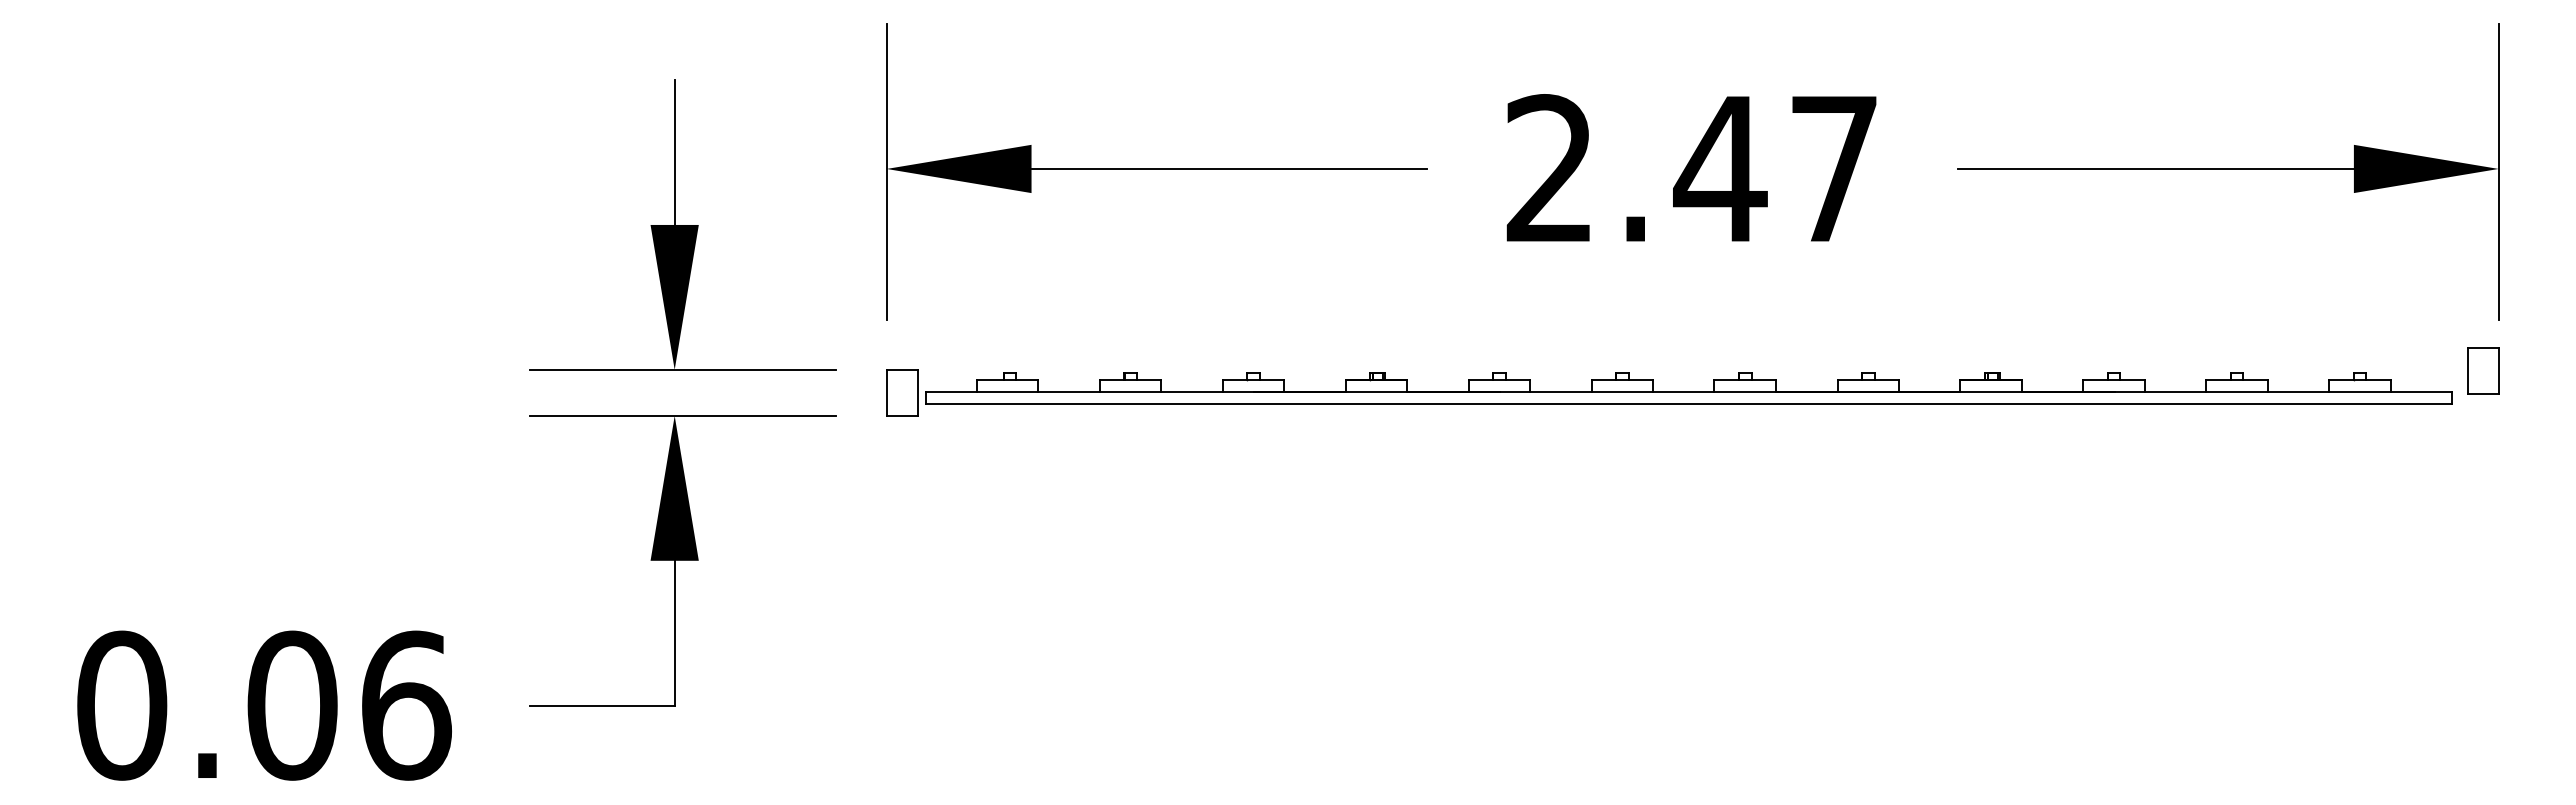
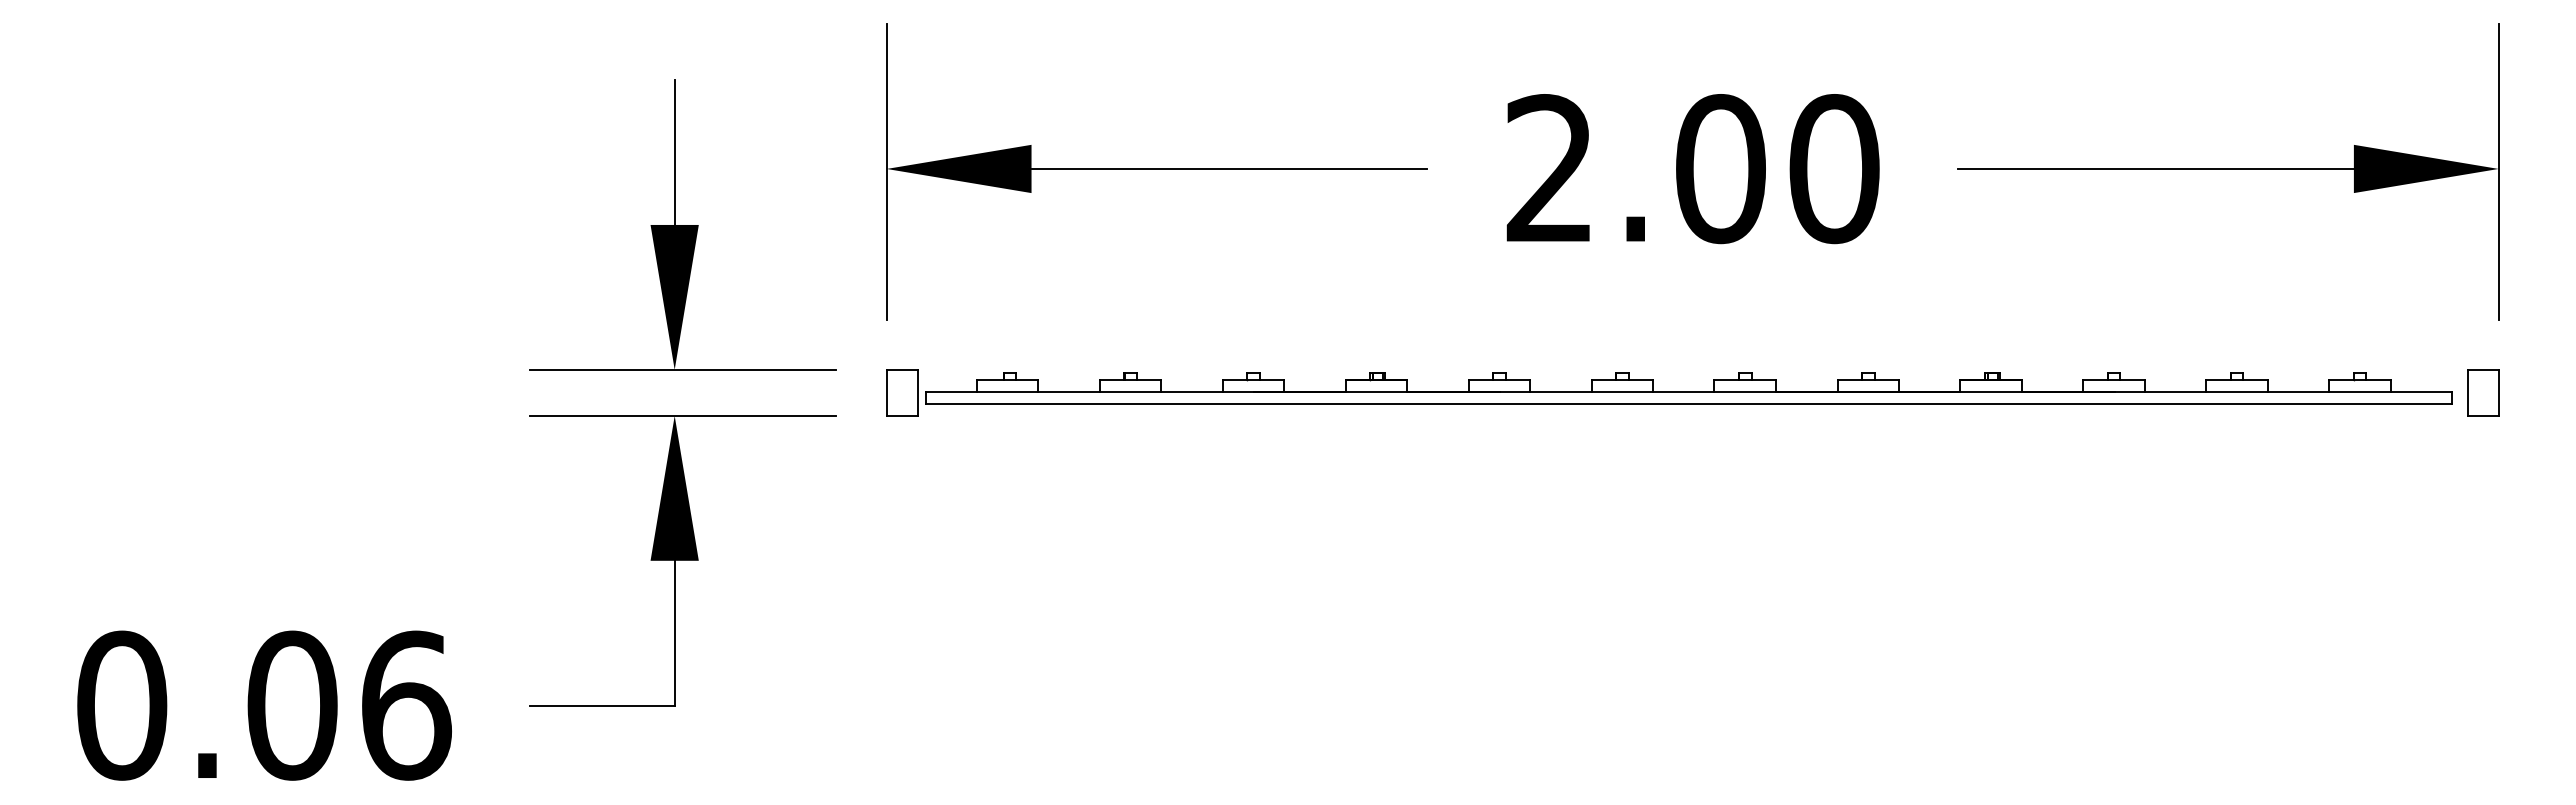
text at (1776, 169): 2.47 -> 2.00
part at (2483, 370) position: (2483, 370) -> (2483, 392)
